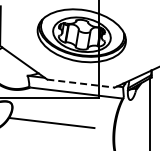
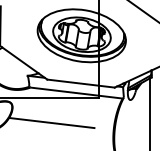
line at (143, 11): none -> present
line at (81, 83): dashed -> solid
